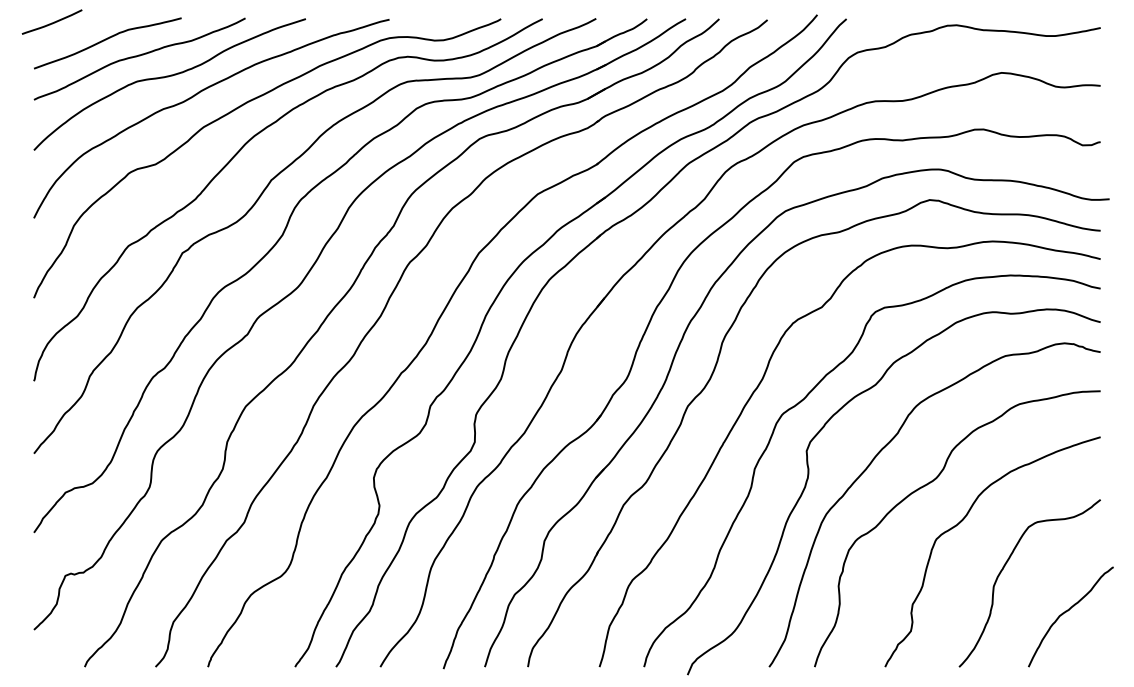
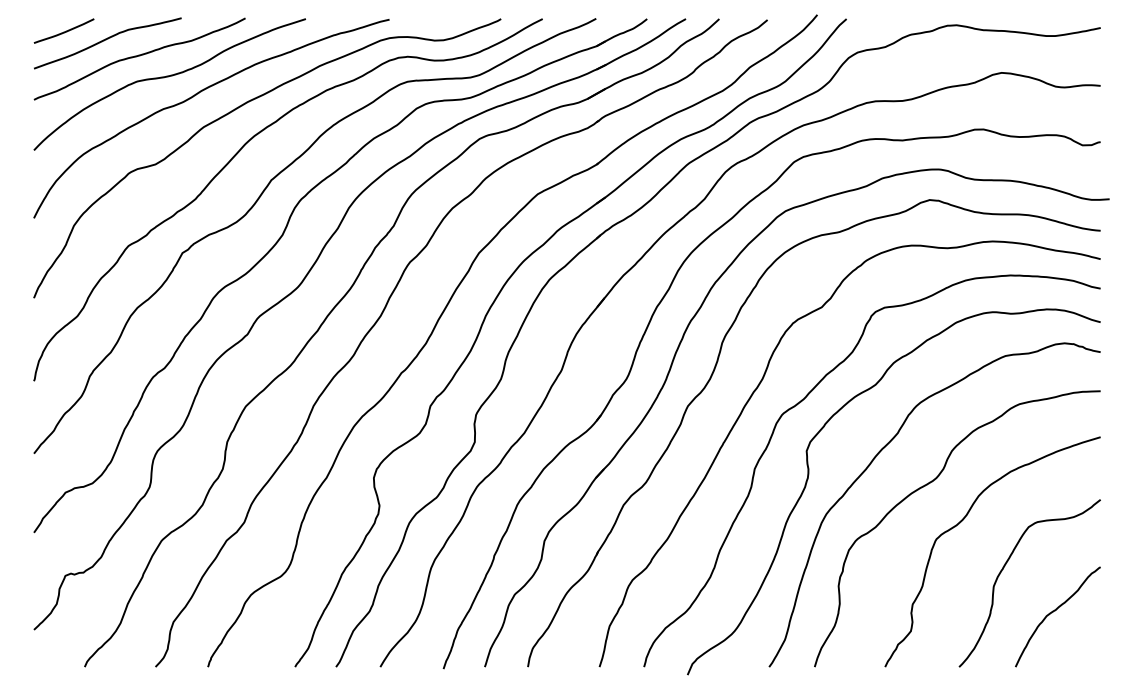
curve at (51, 22) position: (51, 22) -> (63, 31)
curve at (1068, 611) position: (1068, 611) -> (1055, 611)
